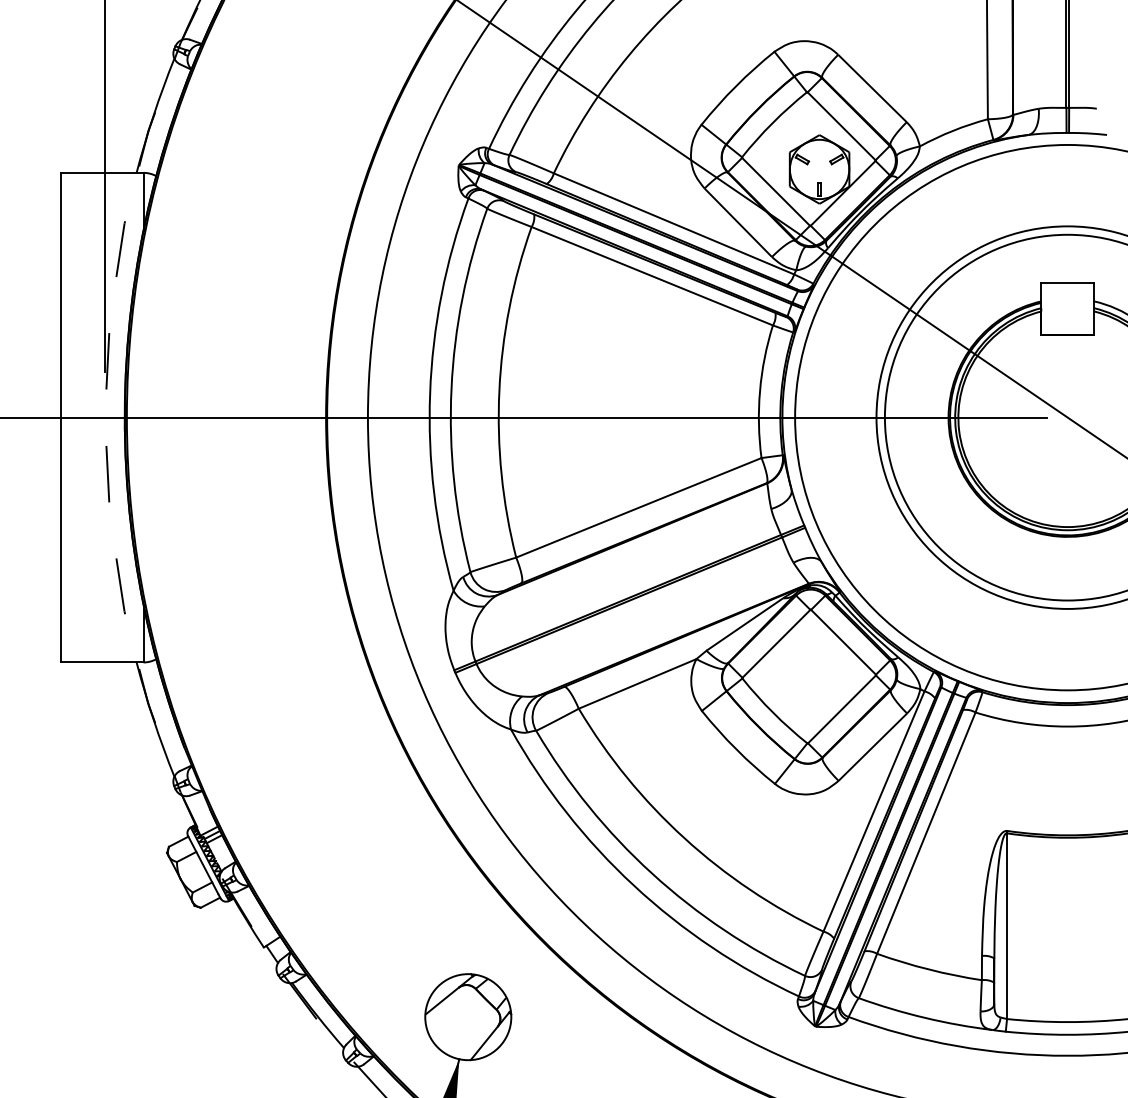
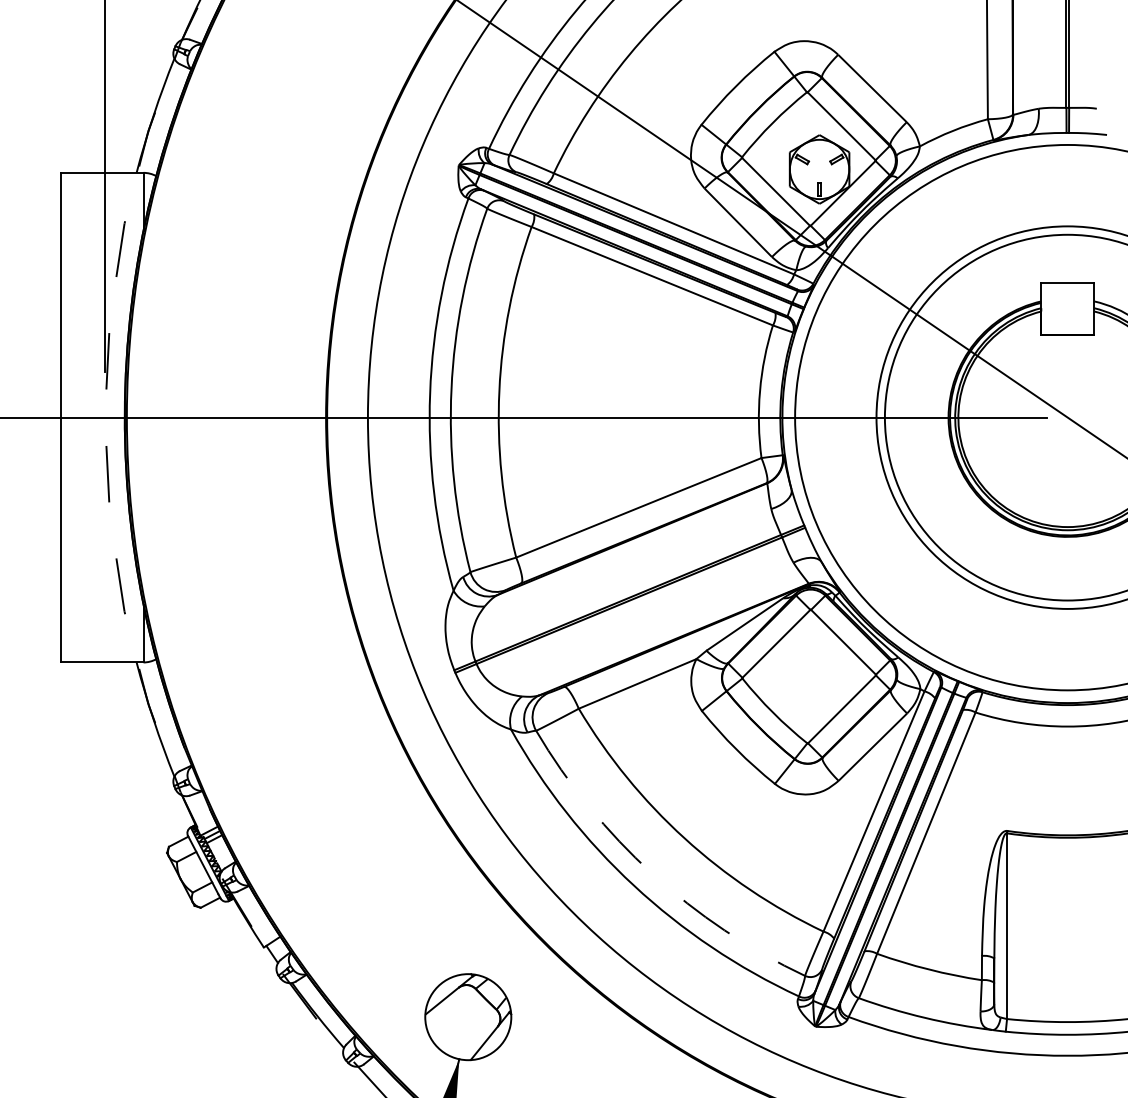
arc at (652, 873): solid -> dashed
